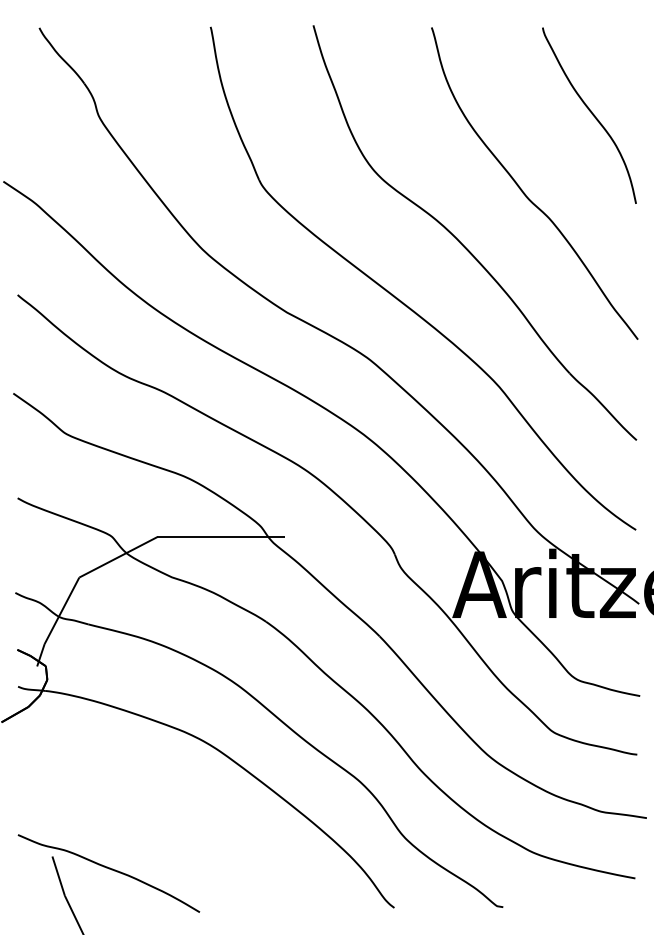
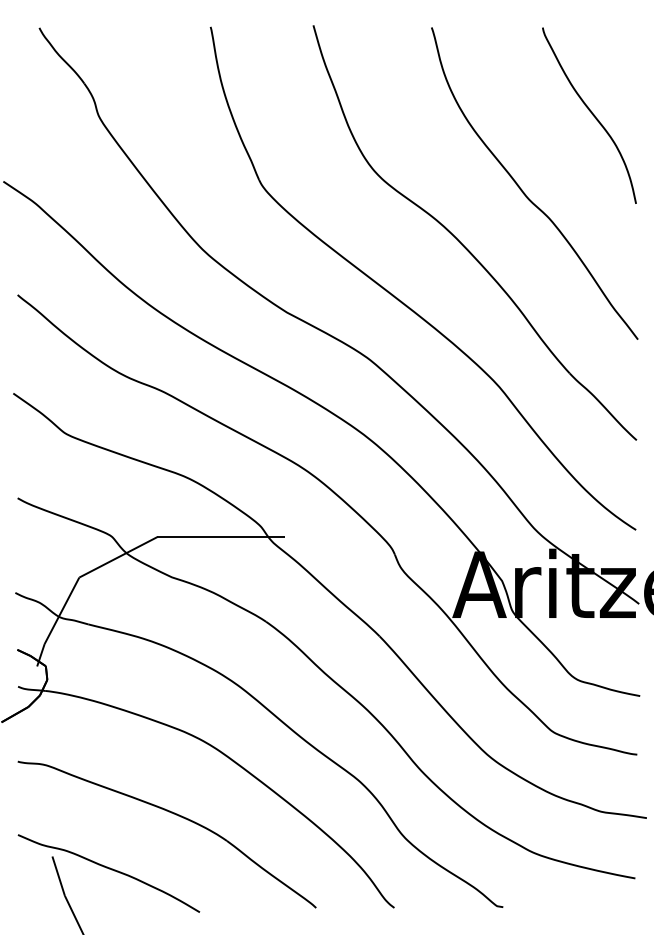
part at (173, 814): none -> present
